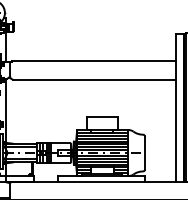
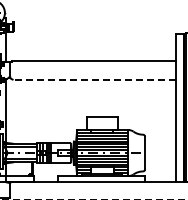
line at (94, 79): solid -> dashed
line at (94, 199): solid -> dashed
